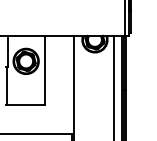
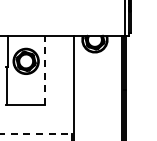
line at (45, 70): solid -> dashed
line at (114, 86): present -> none
line at (36, 133): solid -> dashed
